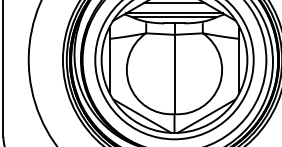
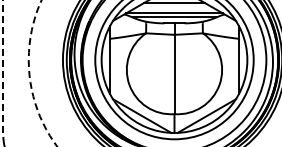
line at (3, 69): solid -> dashed
circle at (42, 73): solid -> dashed
